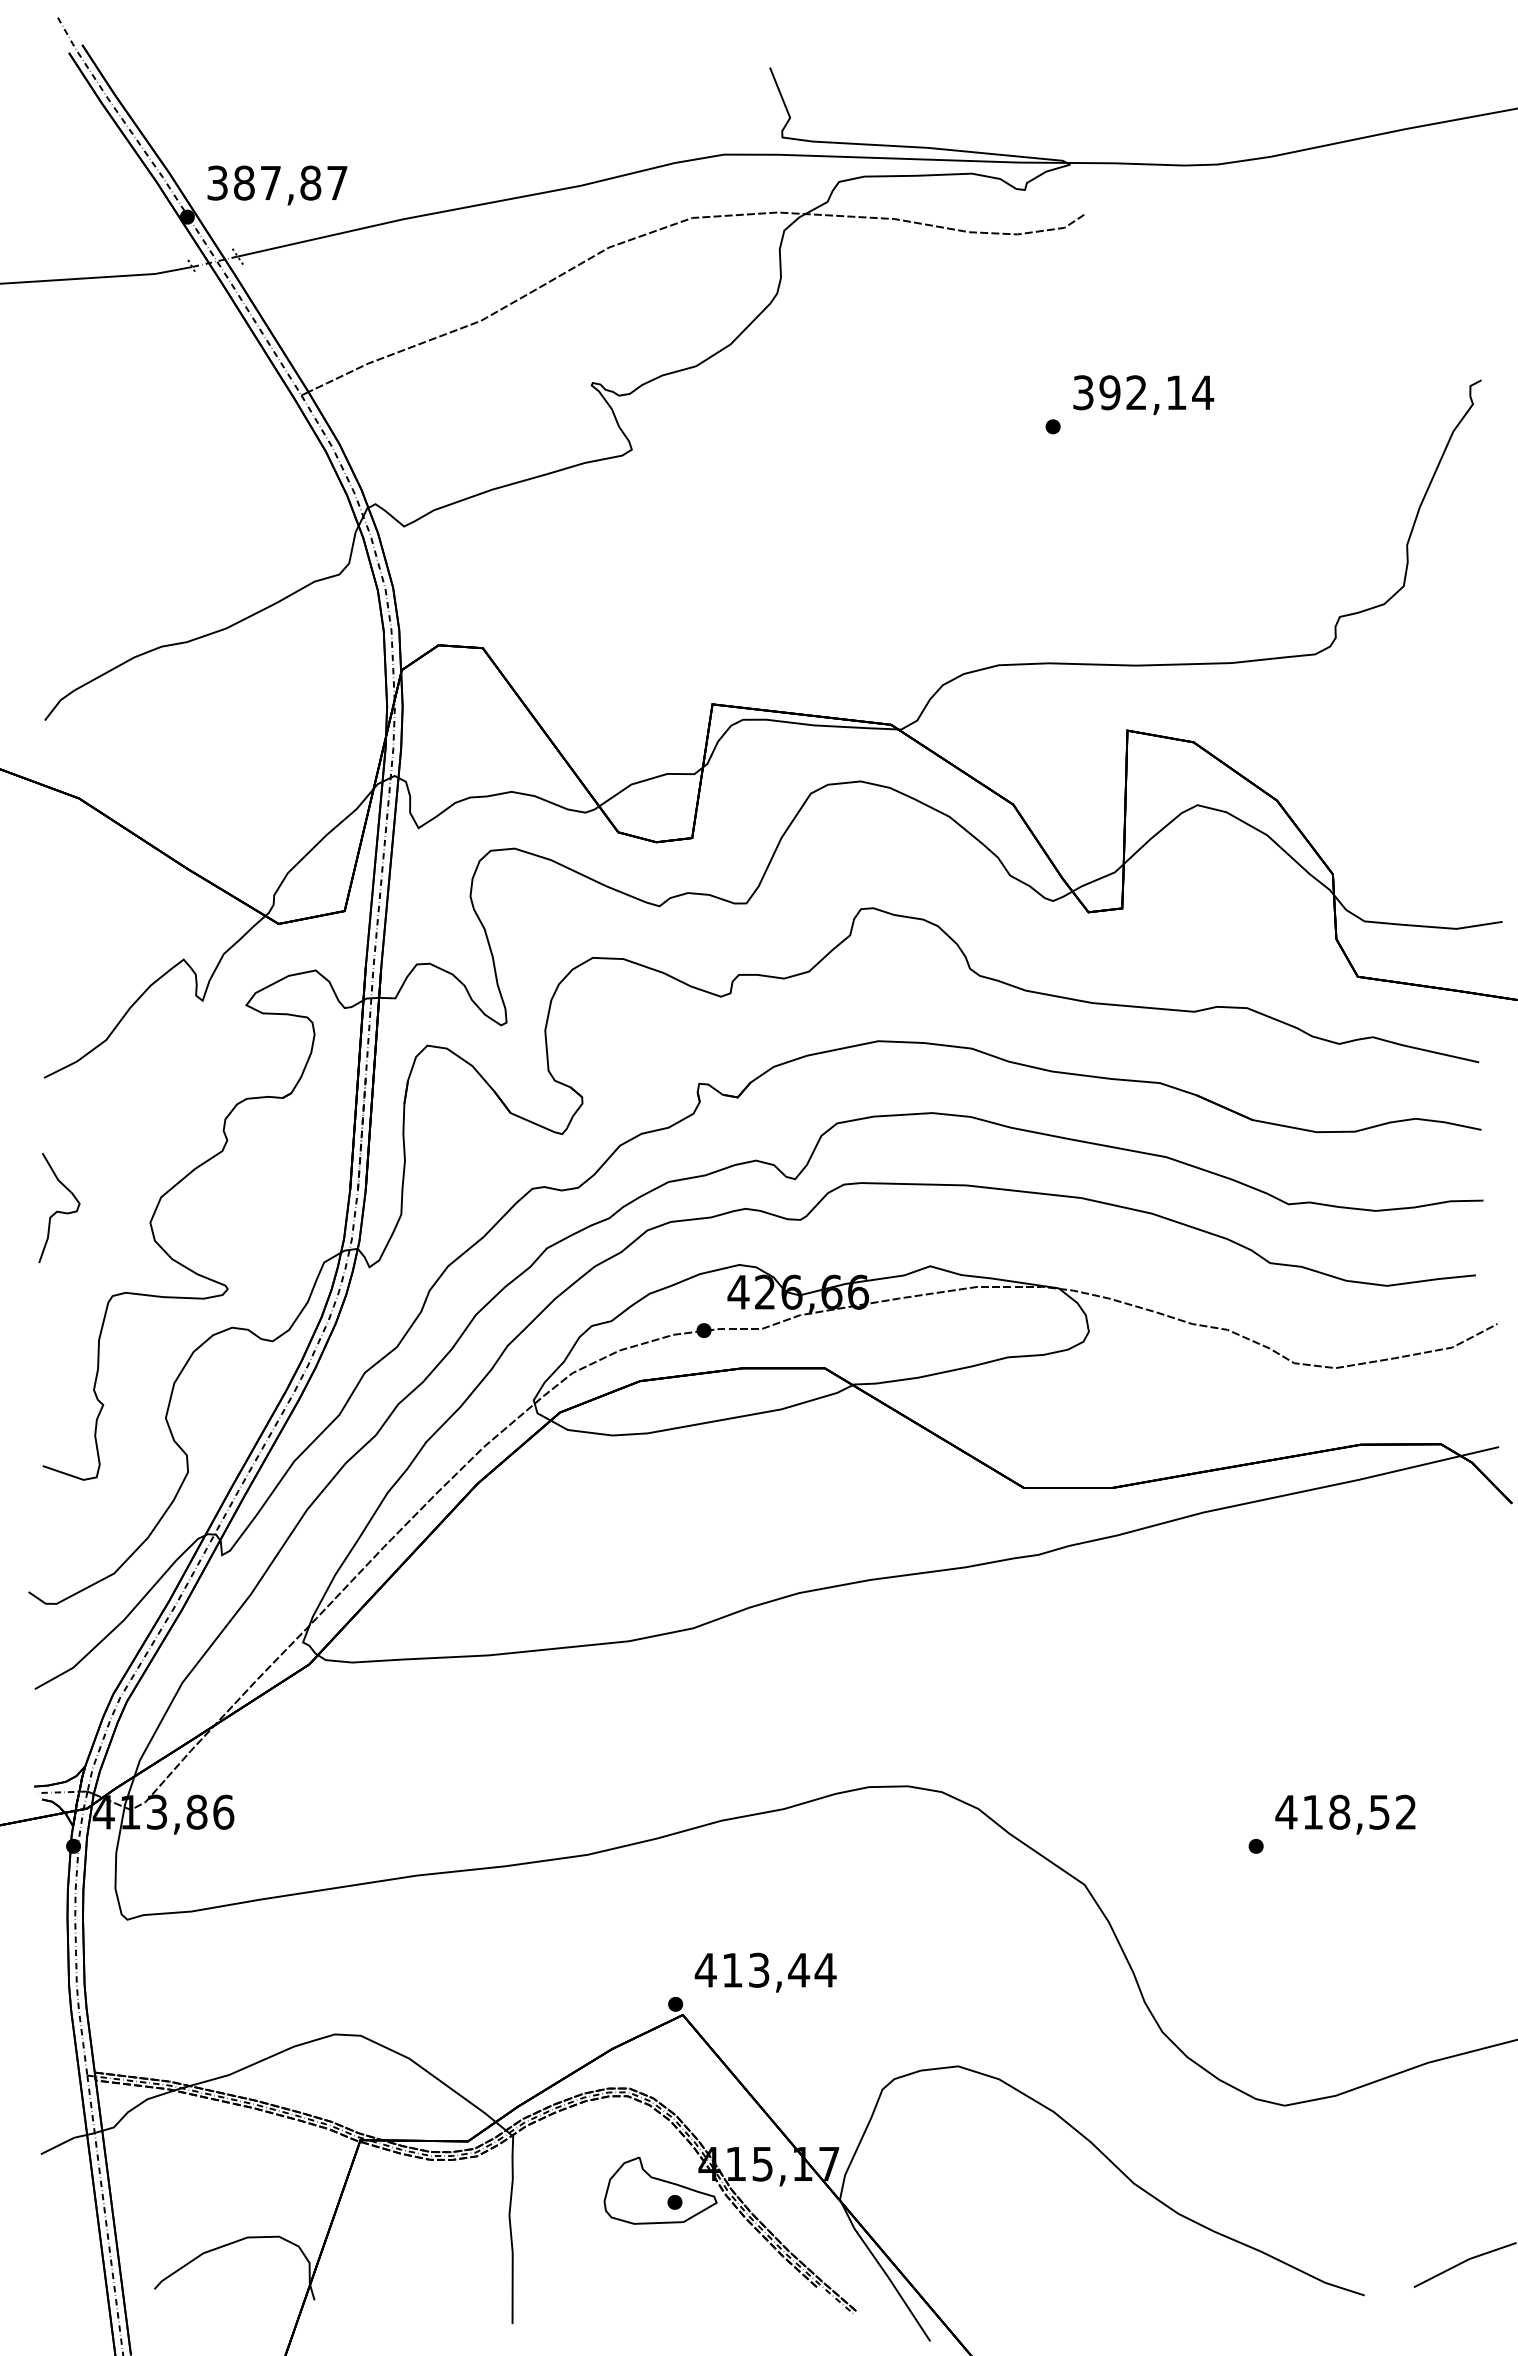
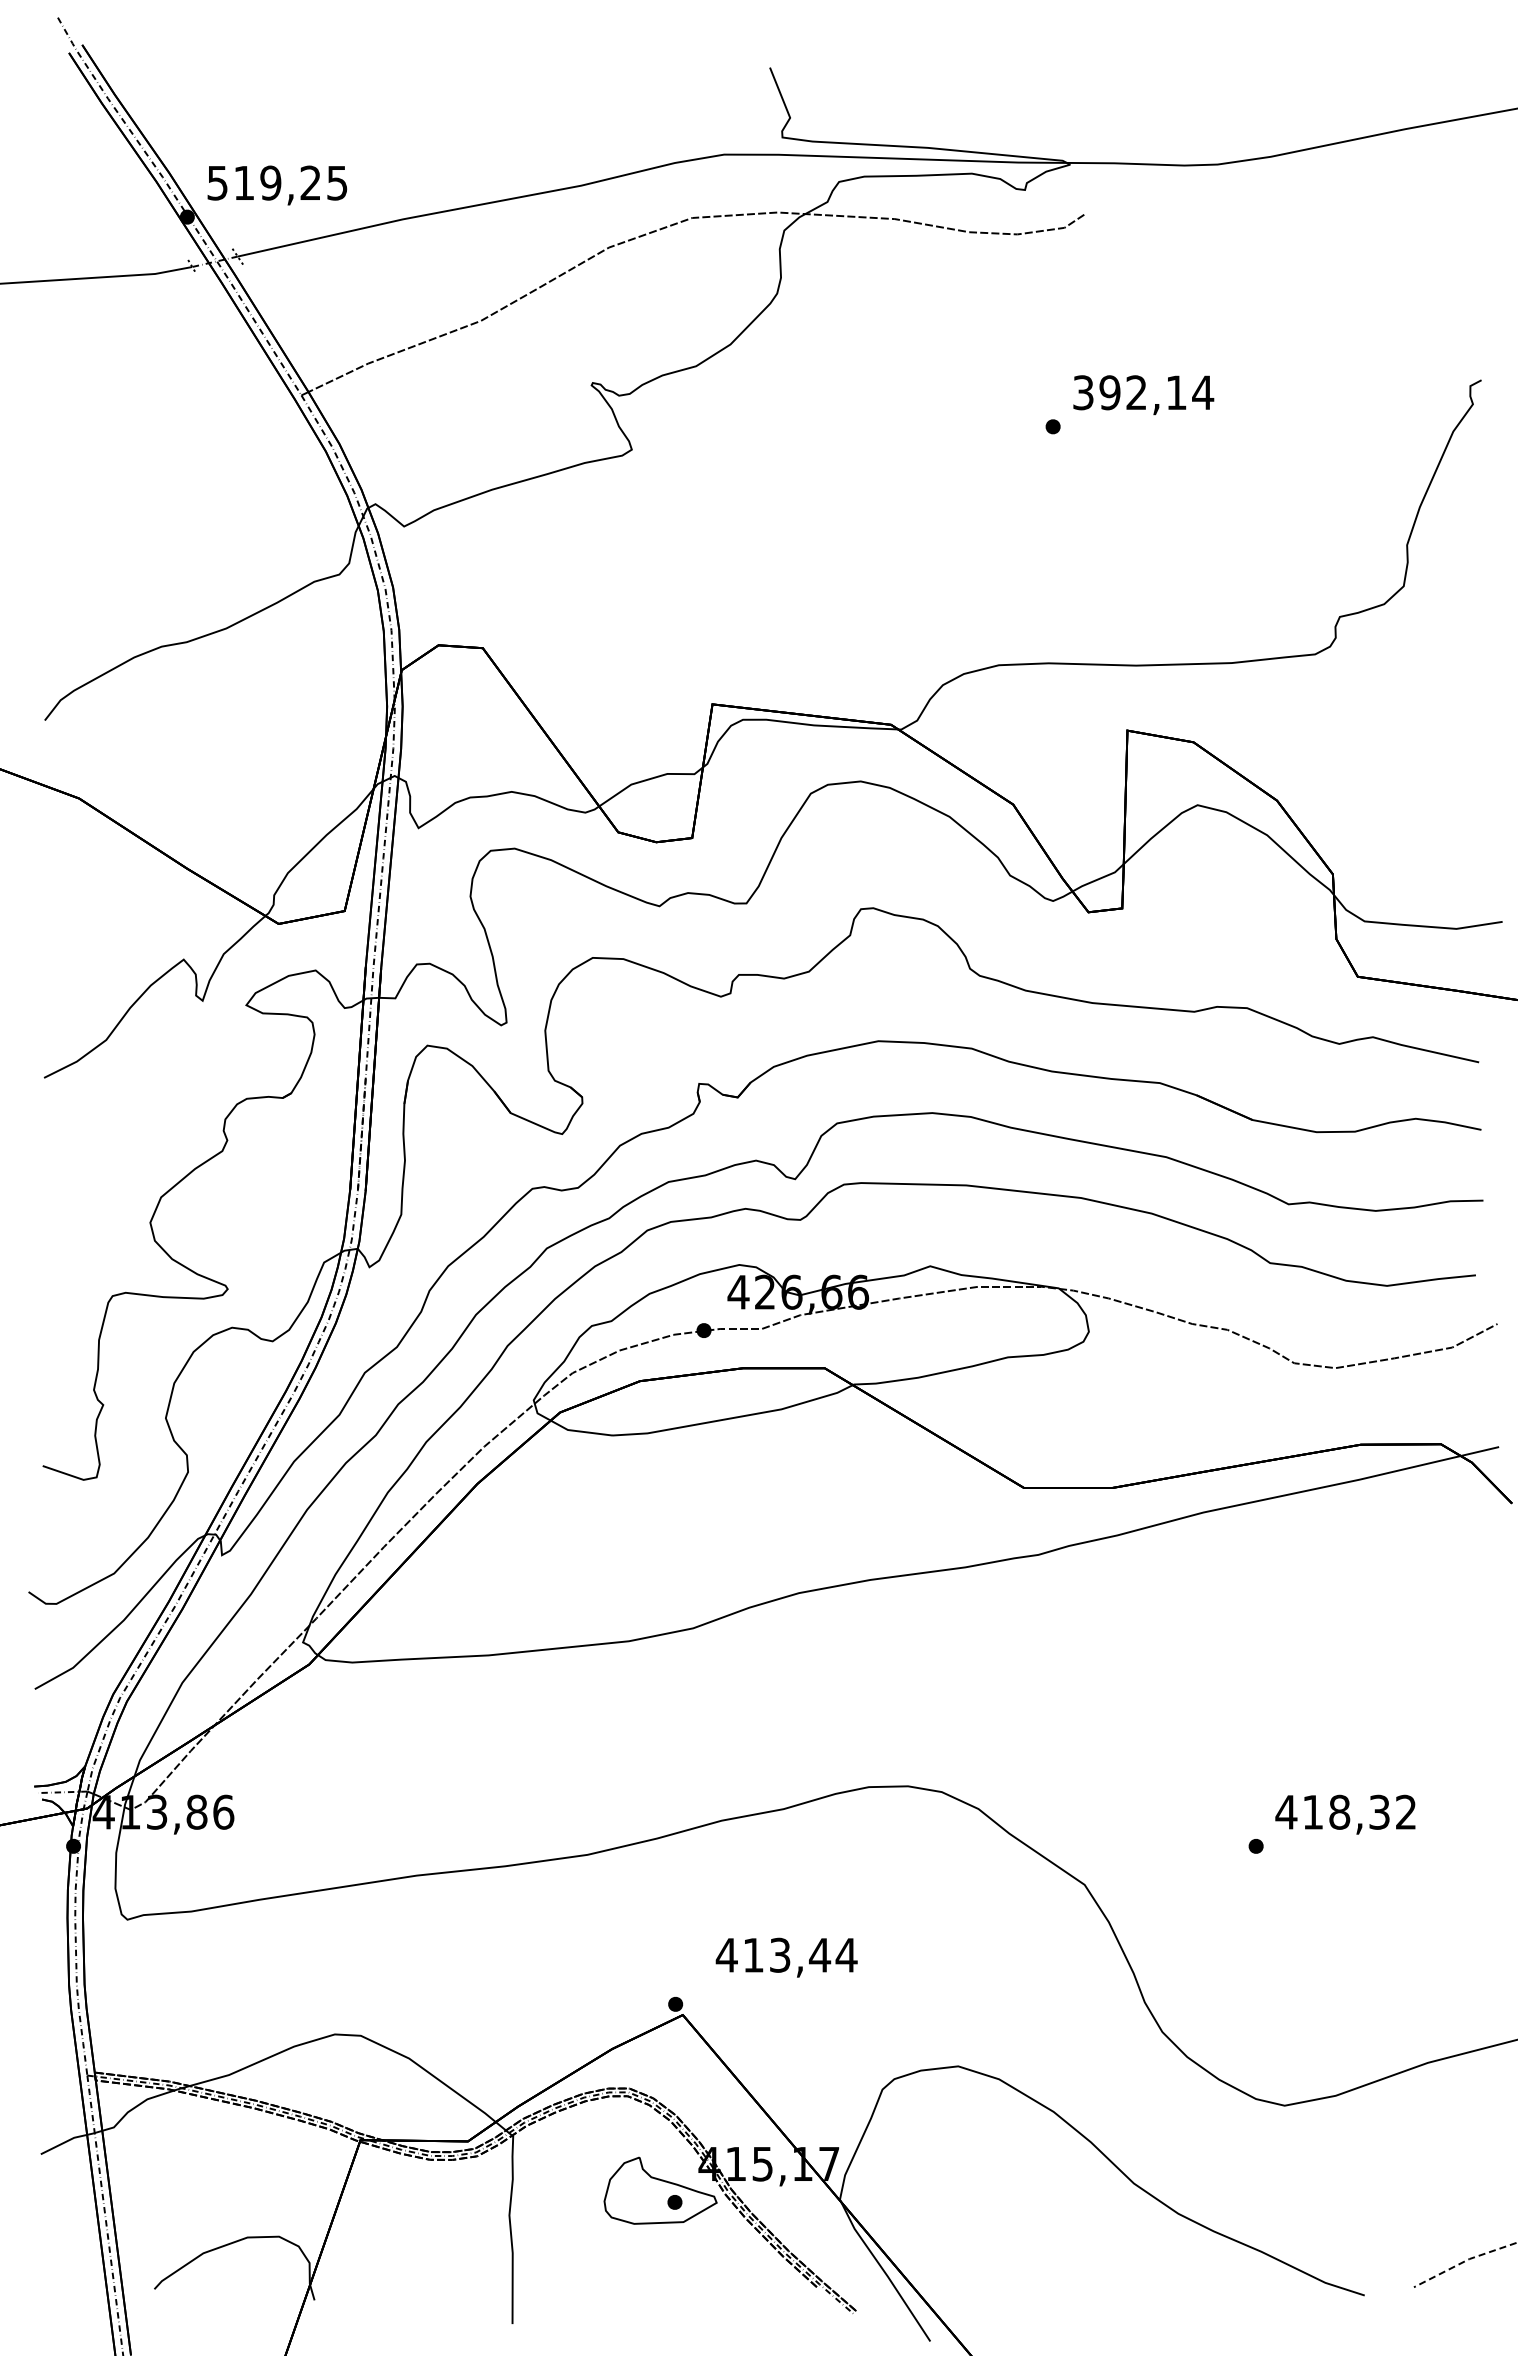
text at (277, 182): 387,87 -> 519,25
curve at (57, 1210): present -> none
text at (1379, 1811): 418,52 -> 418,32
text at (765, 1972) position: (765, 1972) -> (786, 1957)
line at (1464, 2261): solid -> dashed
